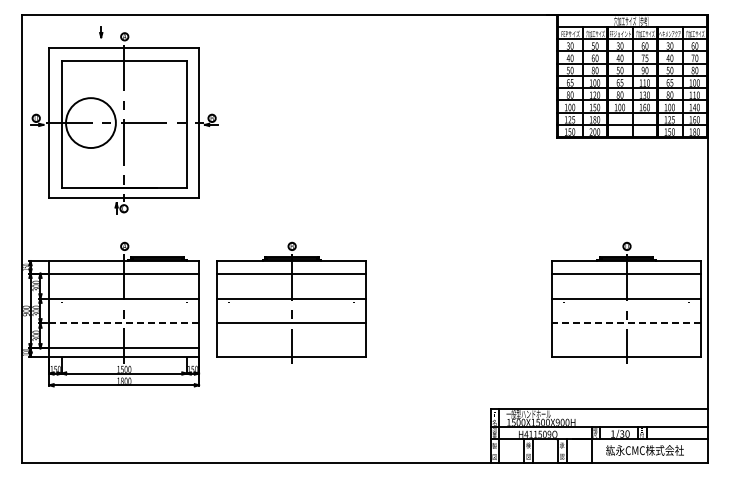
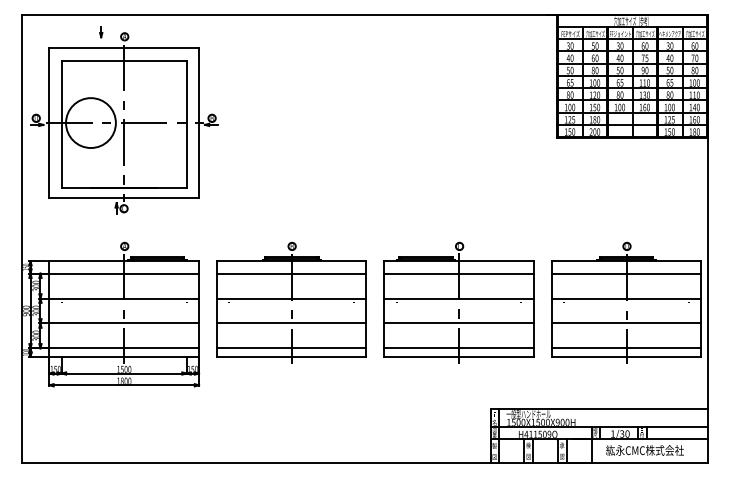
part at (458, 302): none -> present
line at (124, 323): dashed -> solid
line at (626, 323): dashed -> solid
line at (291, 348): none -> present
line at (626, 348): none -> present
